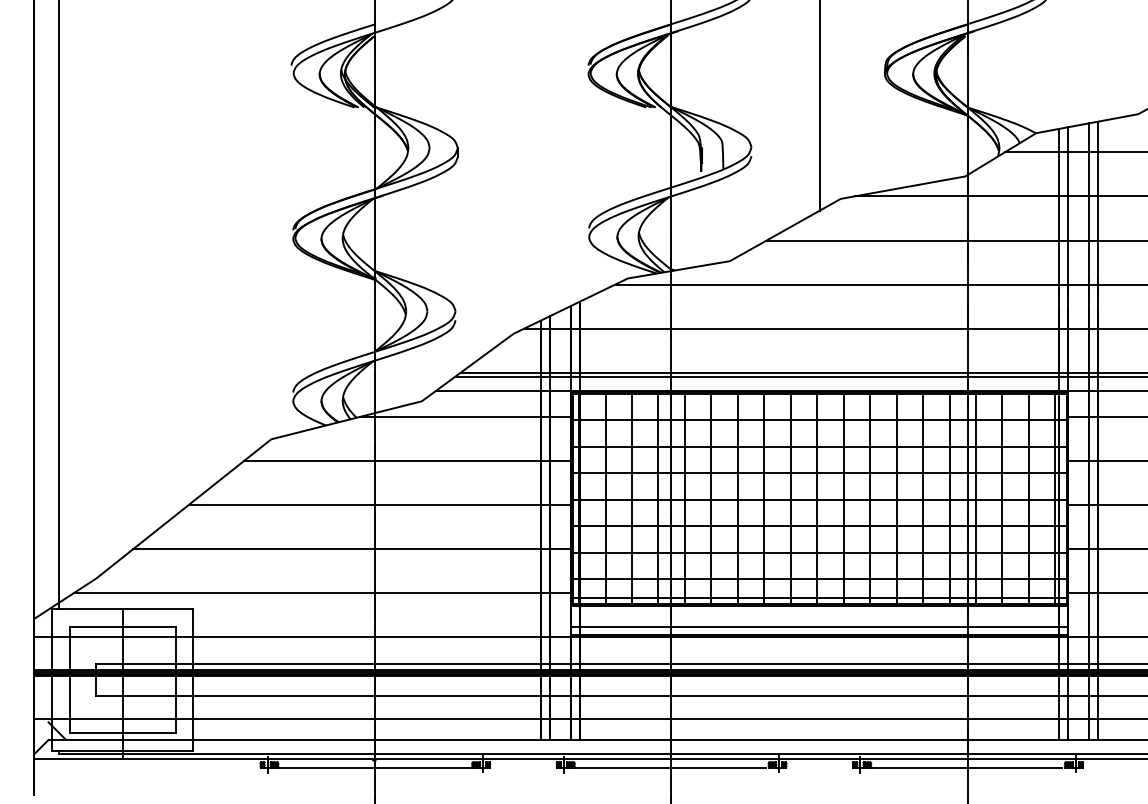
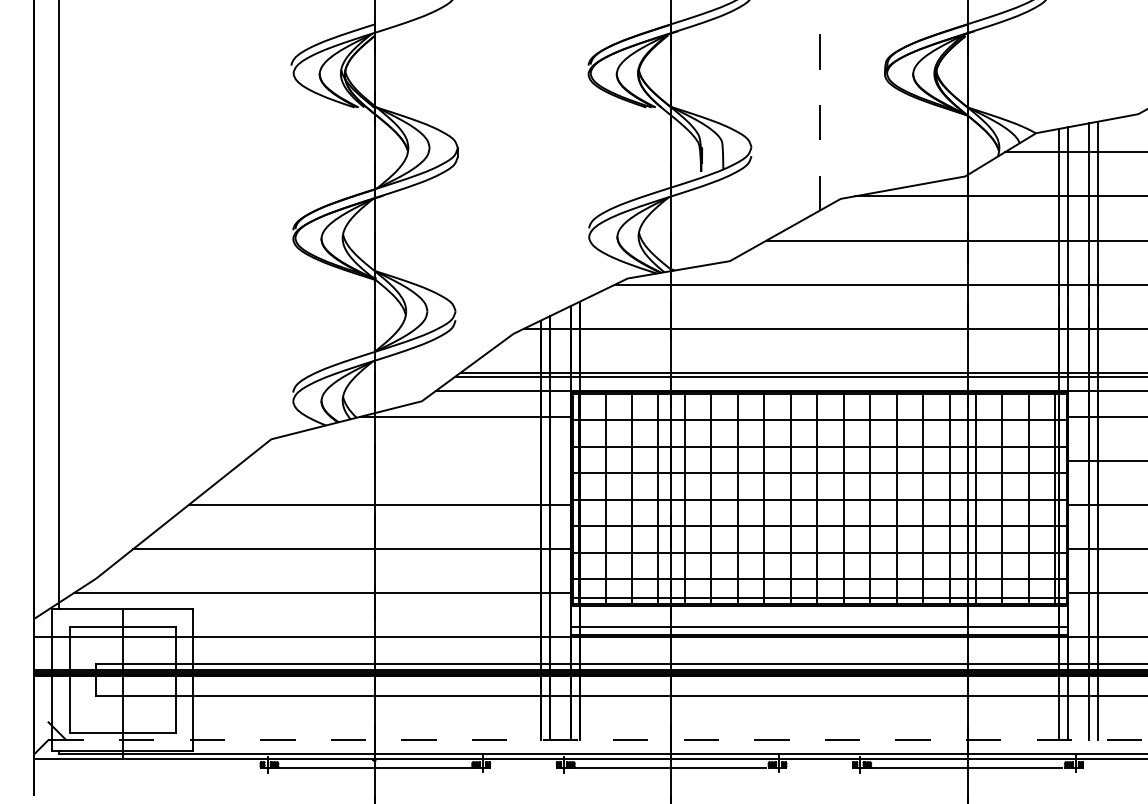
line at (819, 105): solid -> dashed
line at (407, 461): present -> none
line at (589, 718): present -> none
line at (598, 739): solid -> dashed
